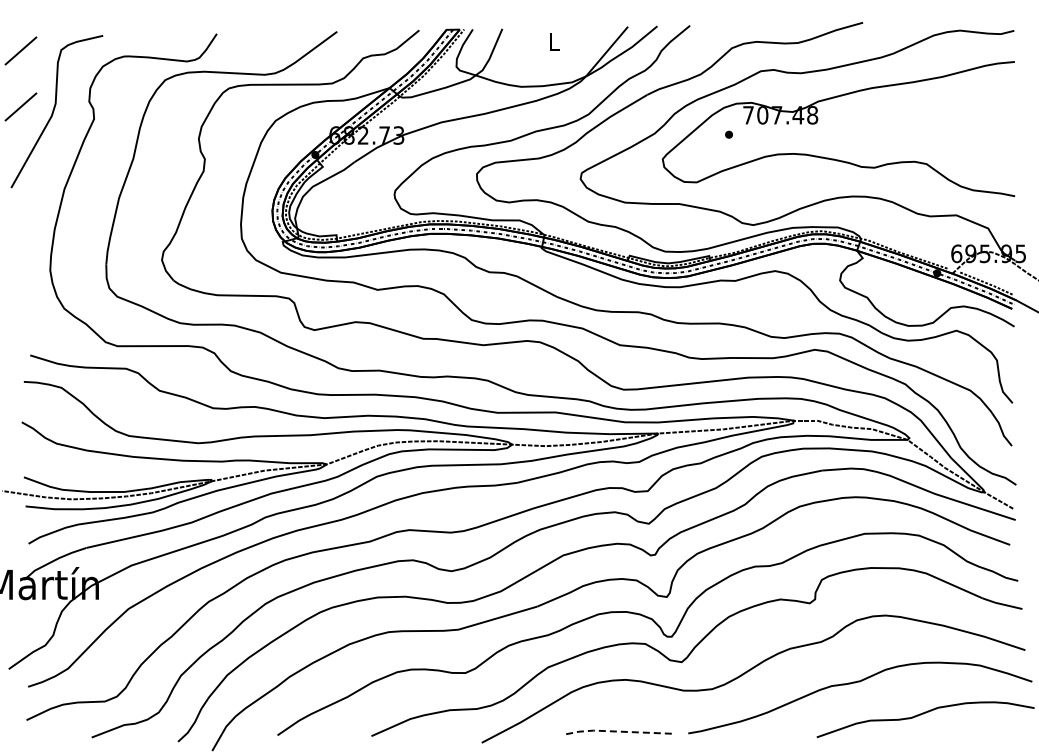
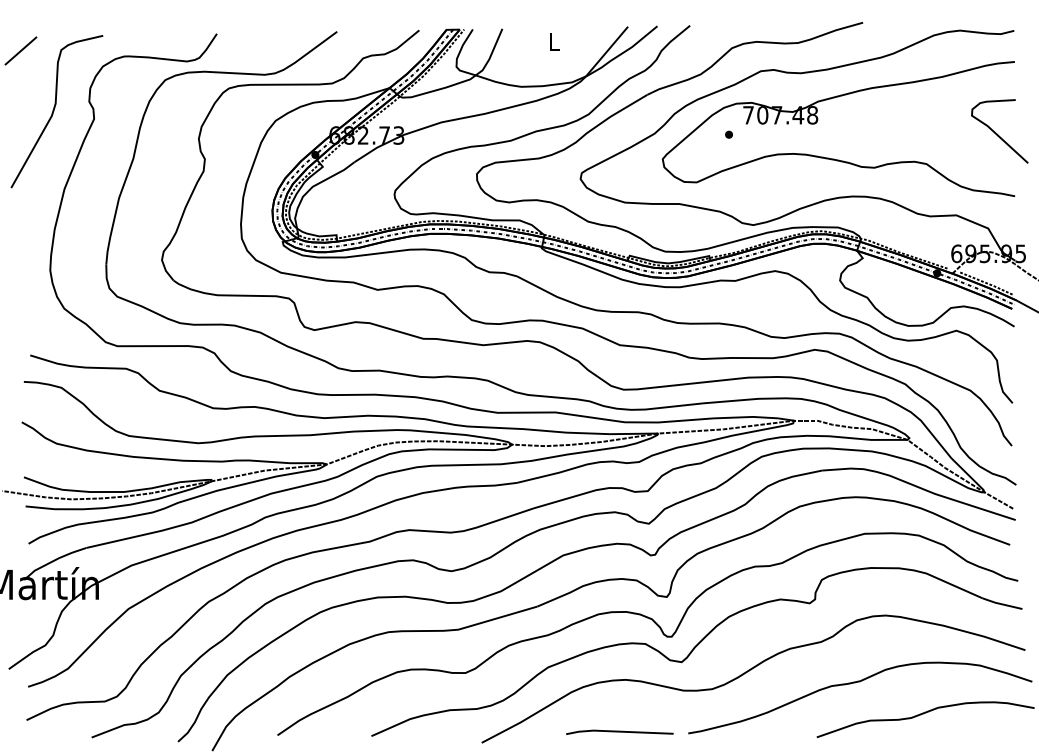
line at (20, 106): present -> none
curve at (997, 133): none -> present
line at (619, 731): dashed -> solid
